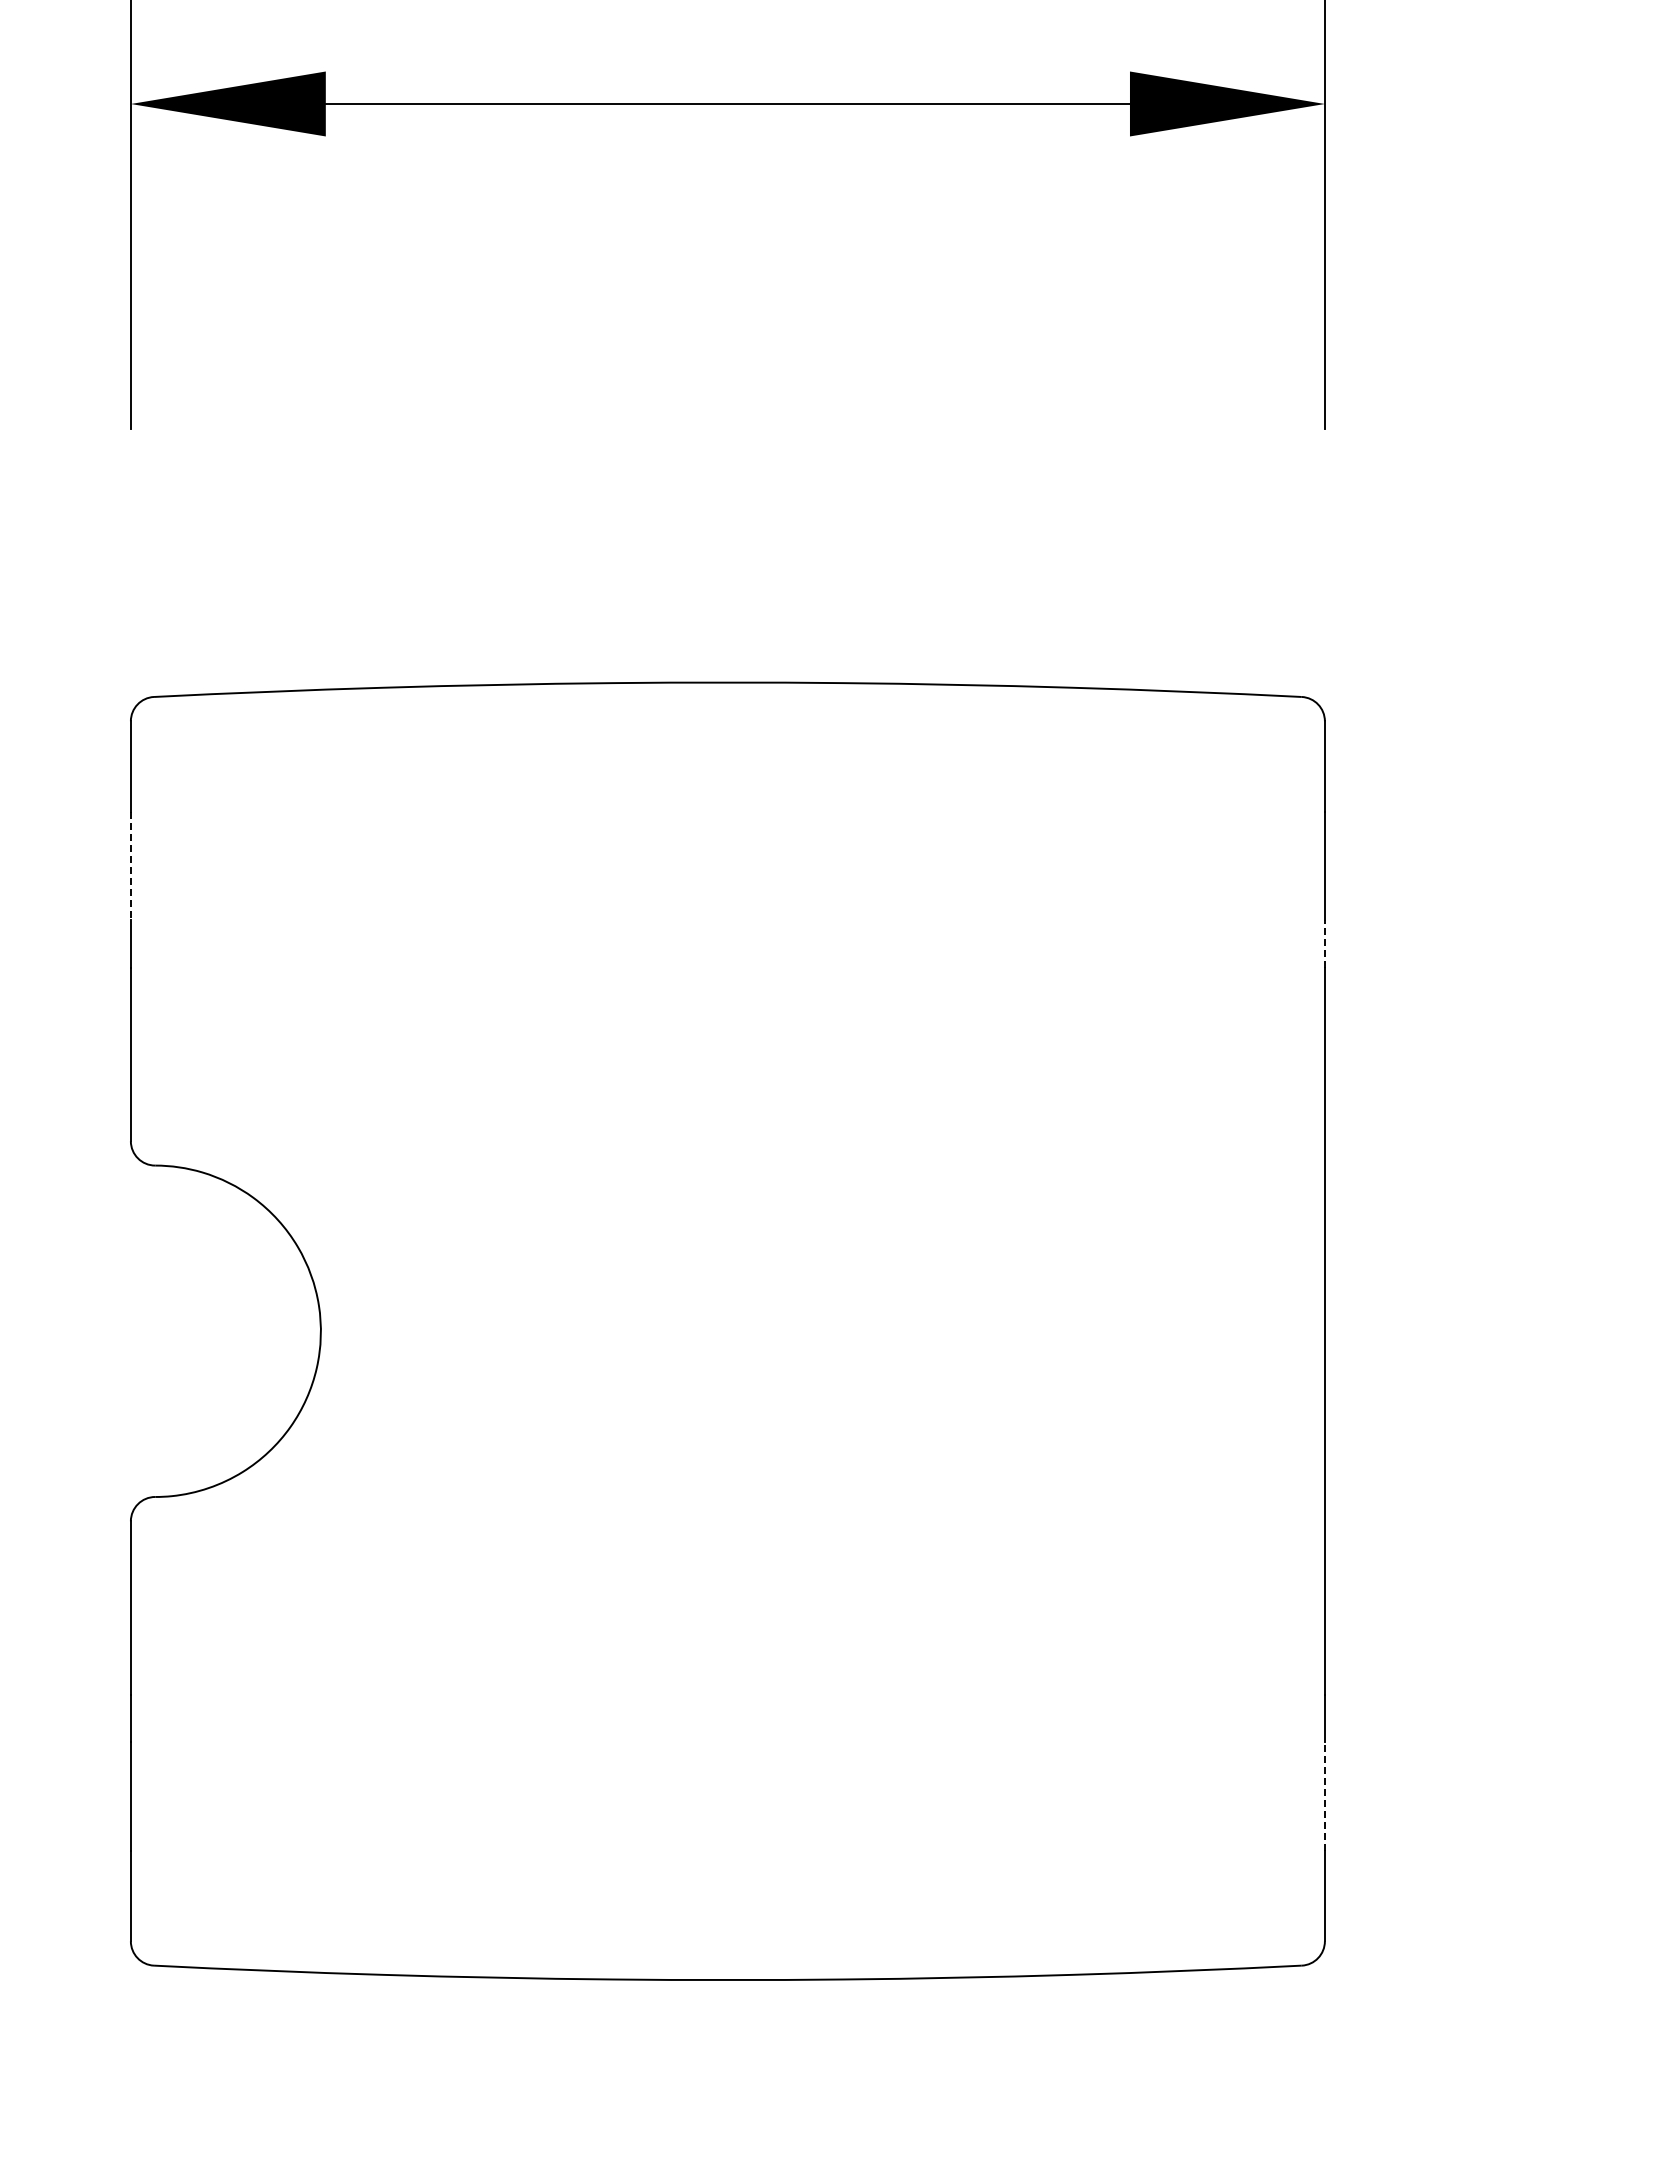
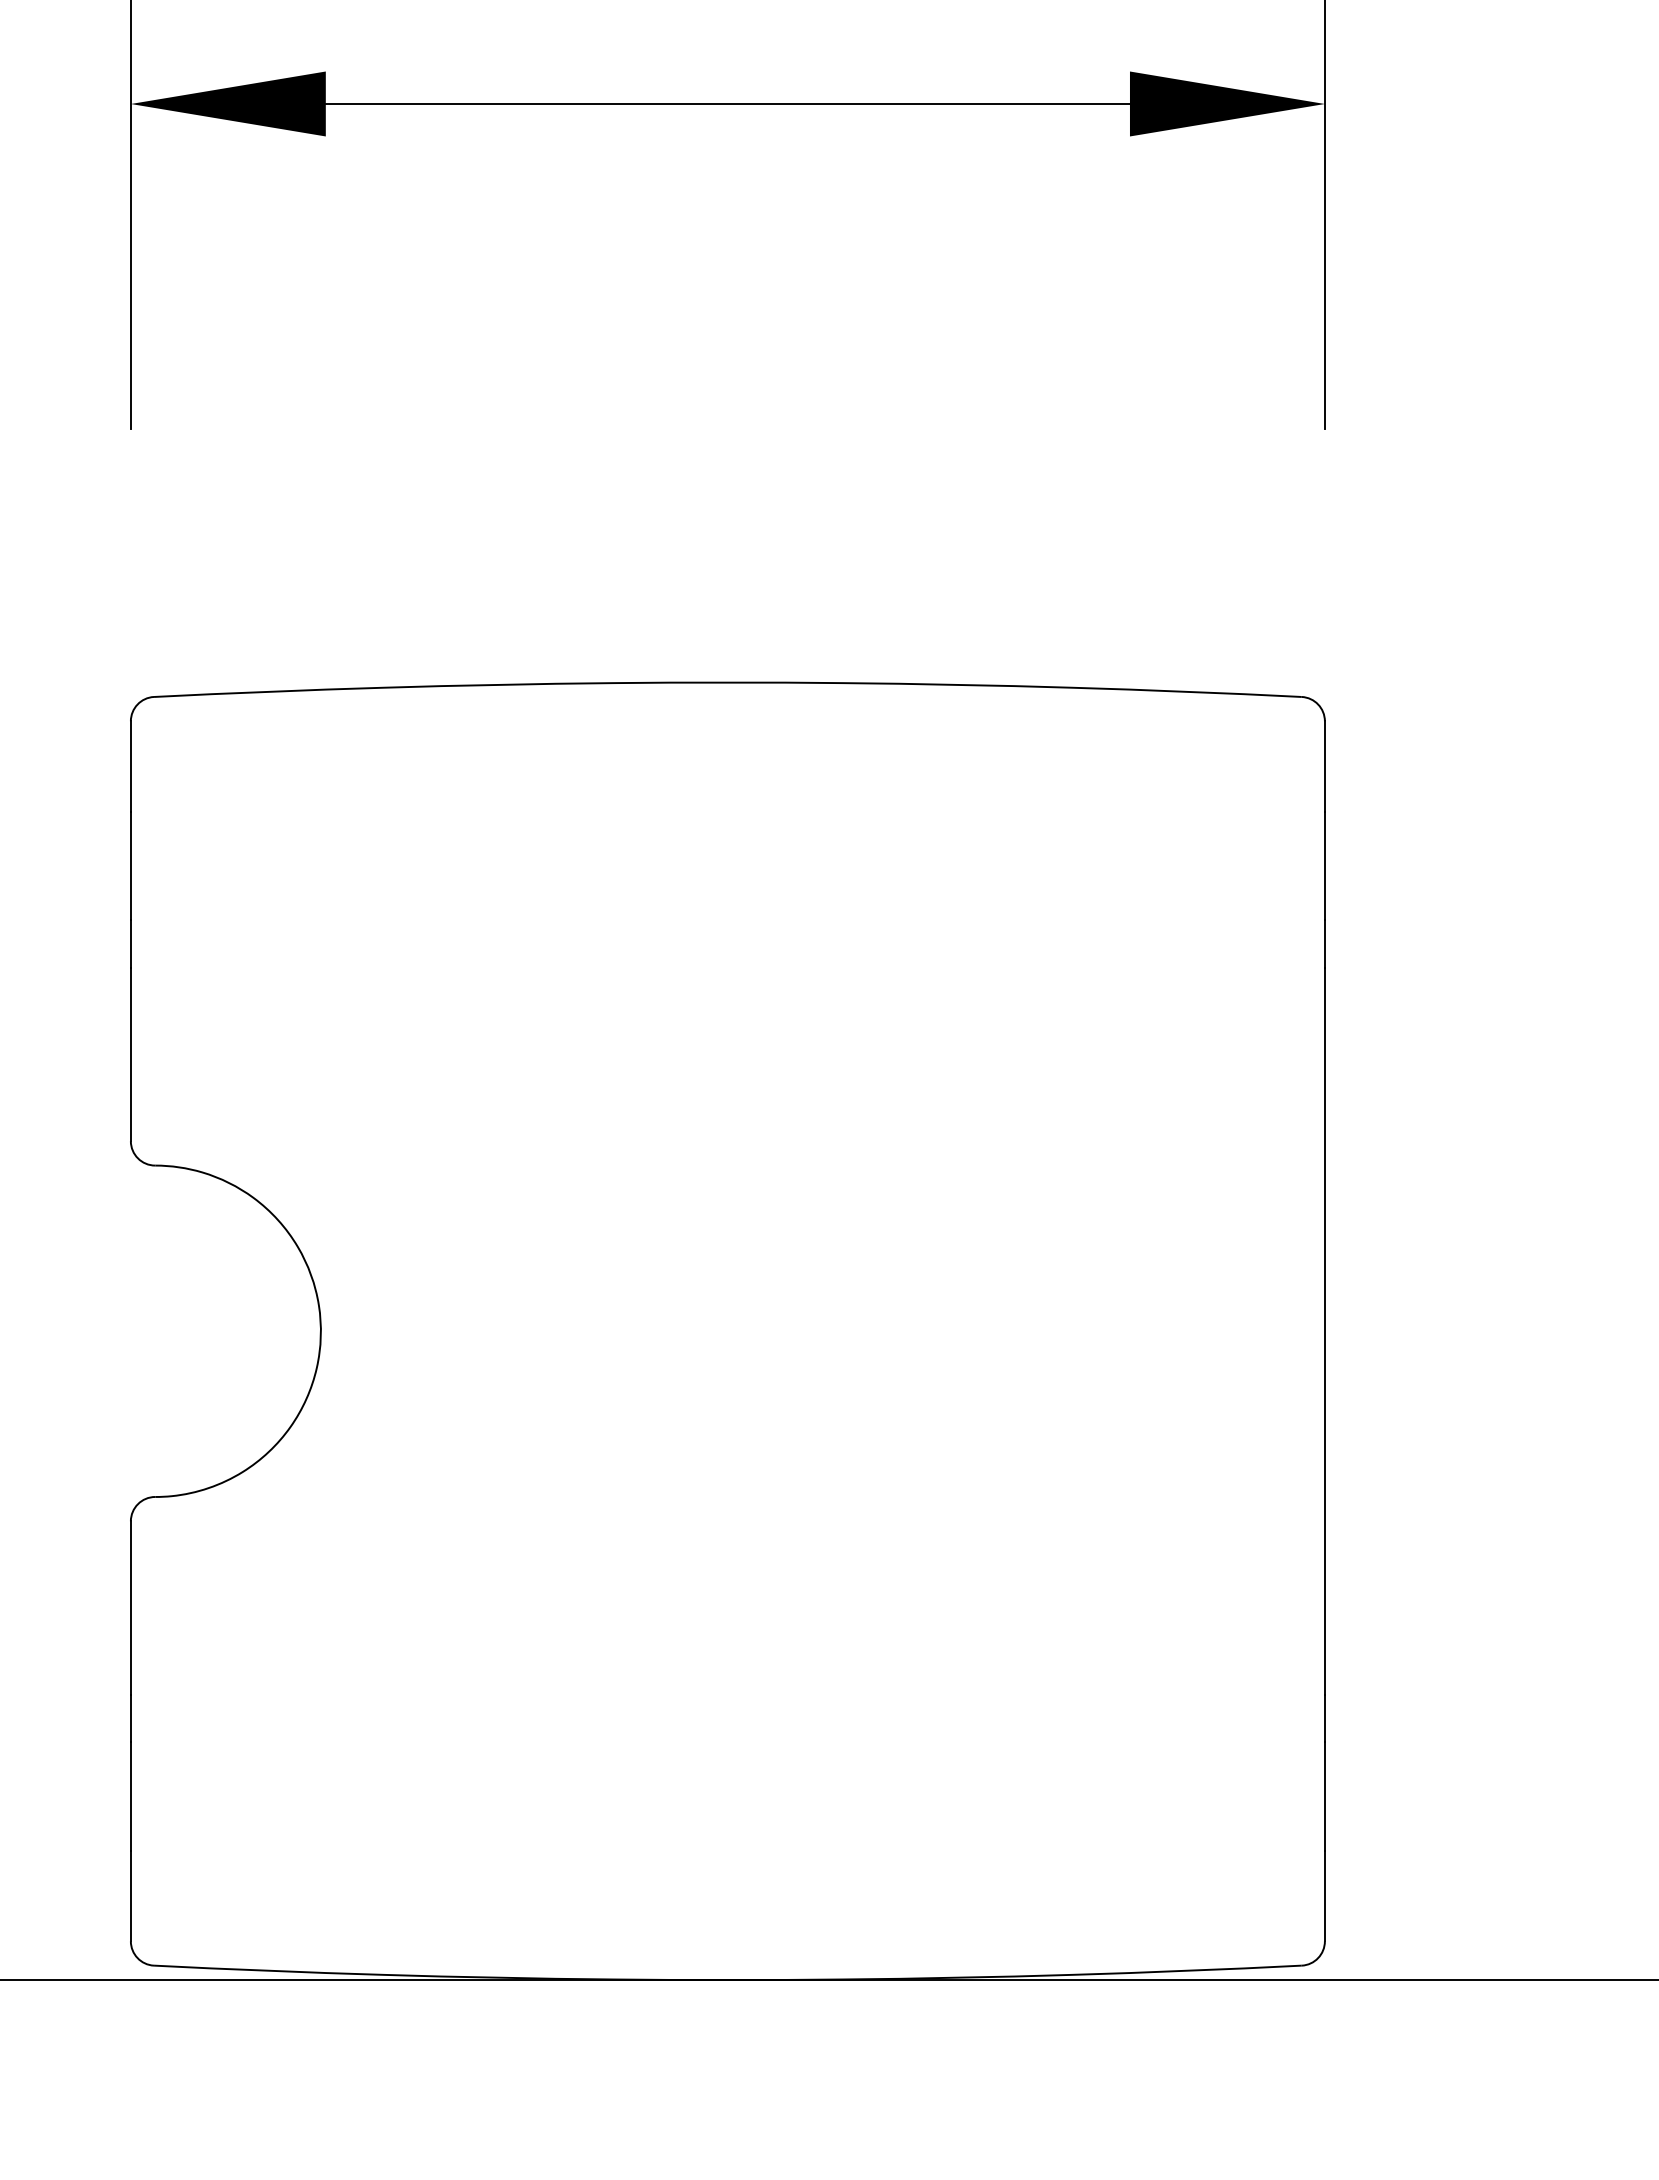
line at (130, 866): dashed -> solid
line at (1324, 944): dashed -> solid
line at (1324, 1796): dashed -> solid
line at (828, 1980): none -> present
